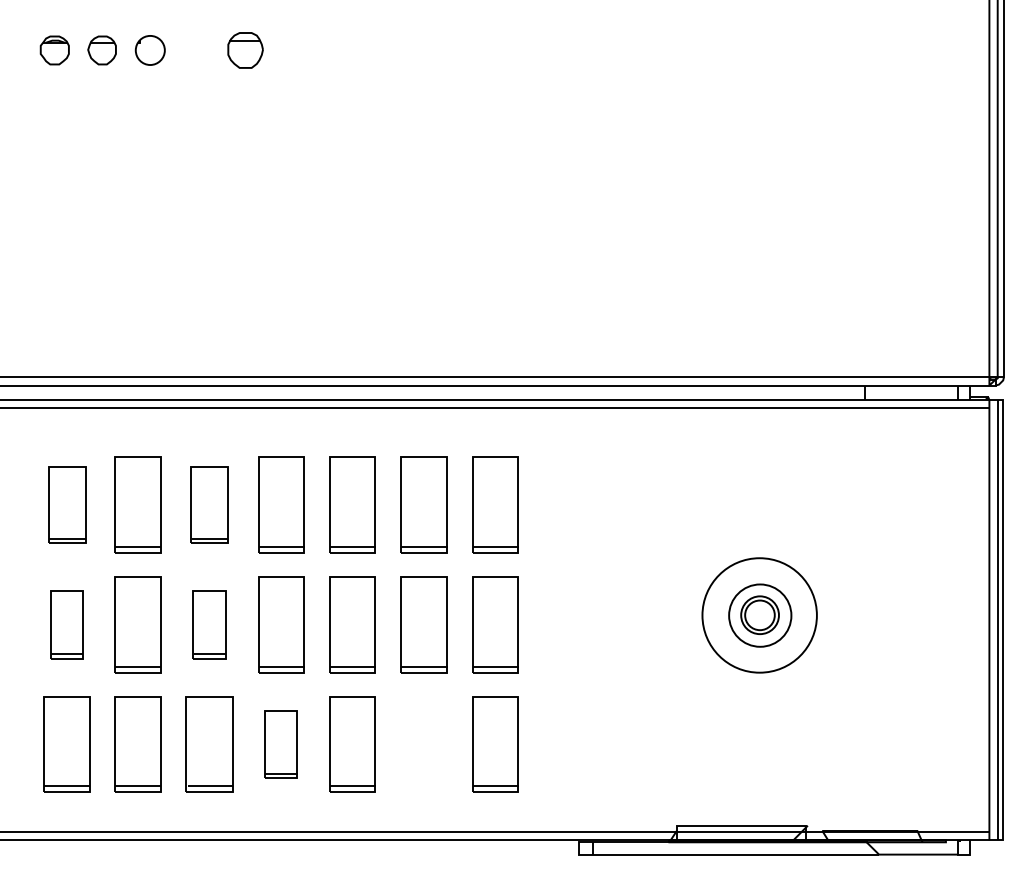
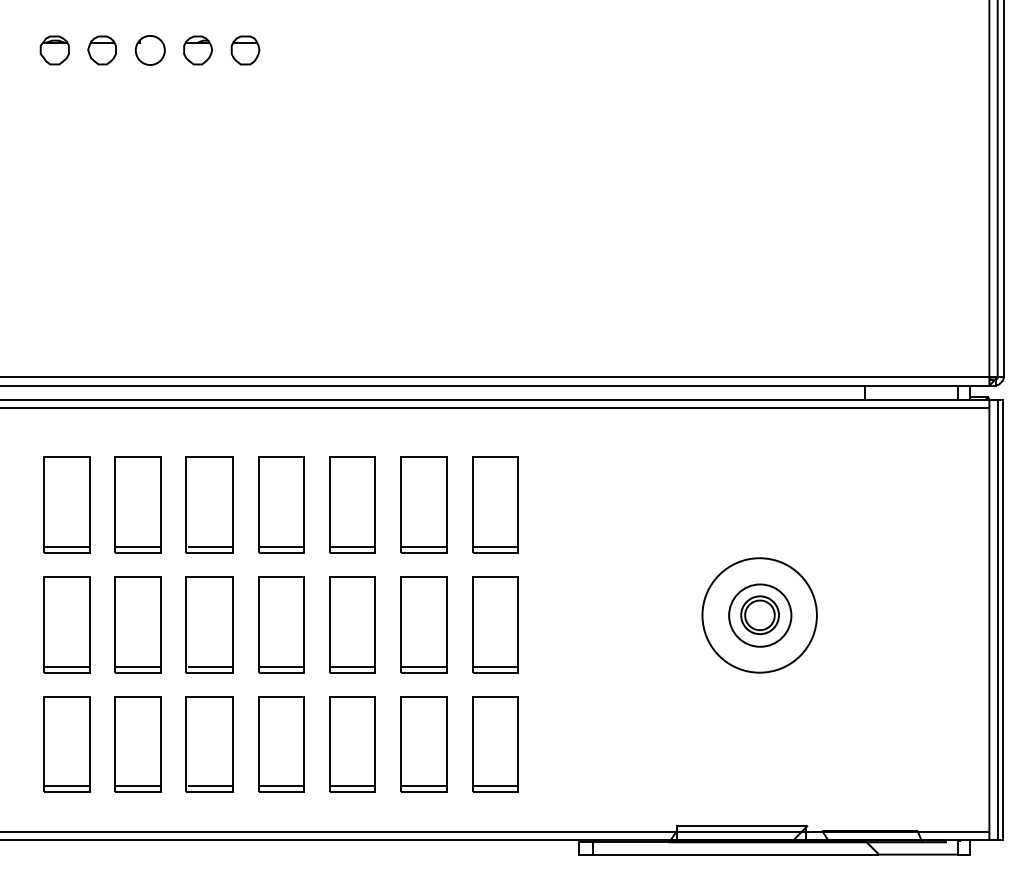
part at (197, 50): none -> present
part at (245, 50) size: 37x37 px -> 31x31 px
part at (67, 504) size: 39x78 px -> 48x98 px
part at (209, 504) size: 39x78 px -> 49x98 px
part at (66, 624) size: 34x70 px -> 48x98 px
part at (209, 624) size: 35x70 px -> 49x98 px
part at (280, 744) size: 34x69 px -> 47x97 px
part at (423, 744): none -> present
